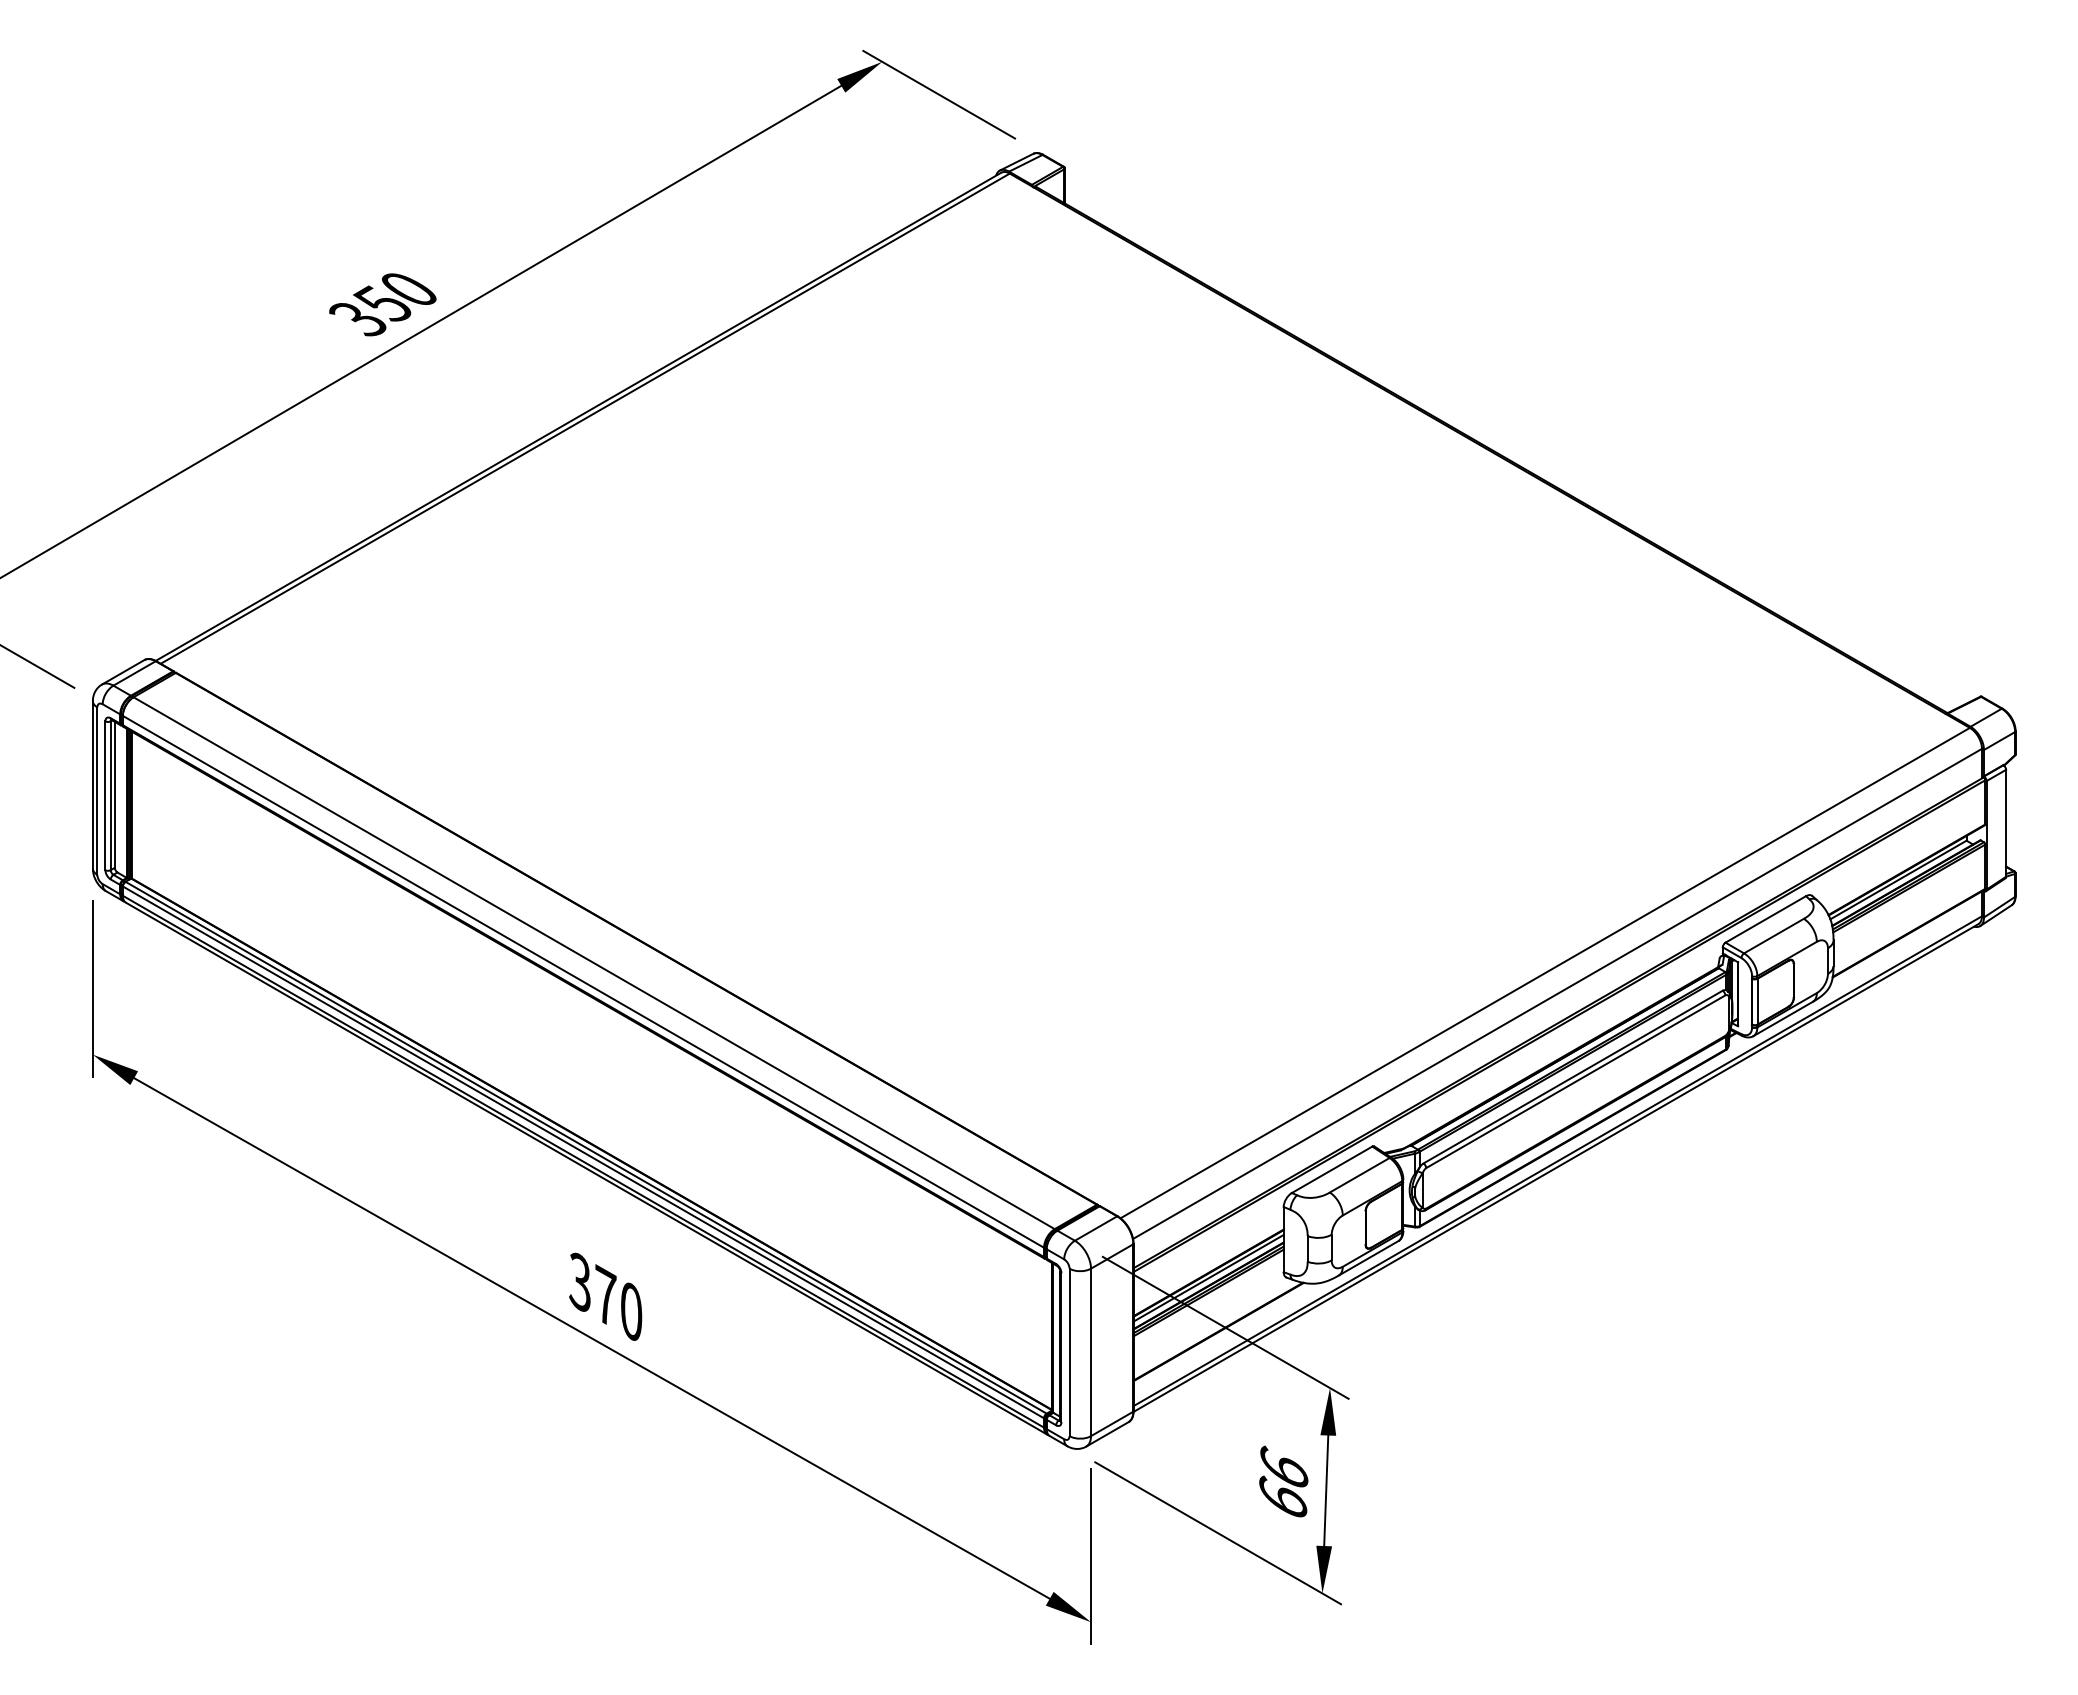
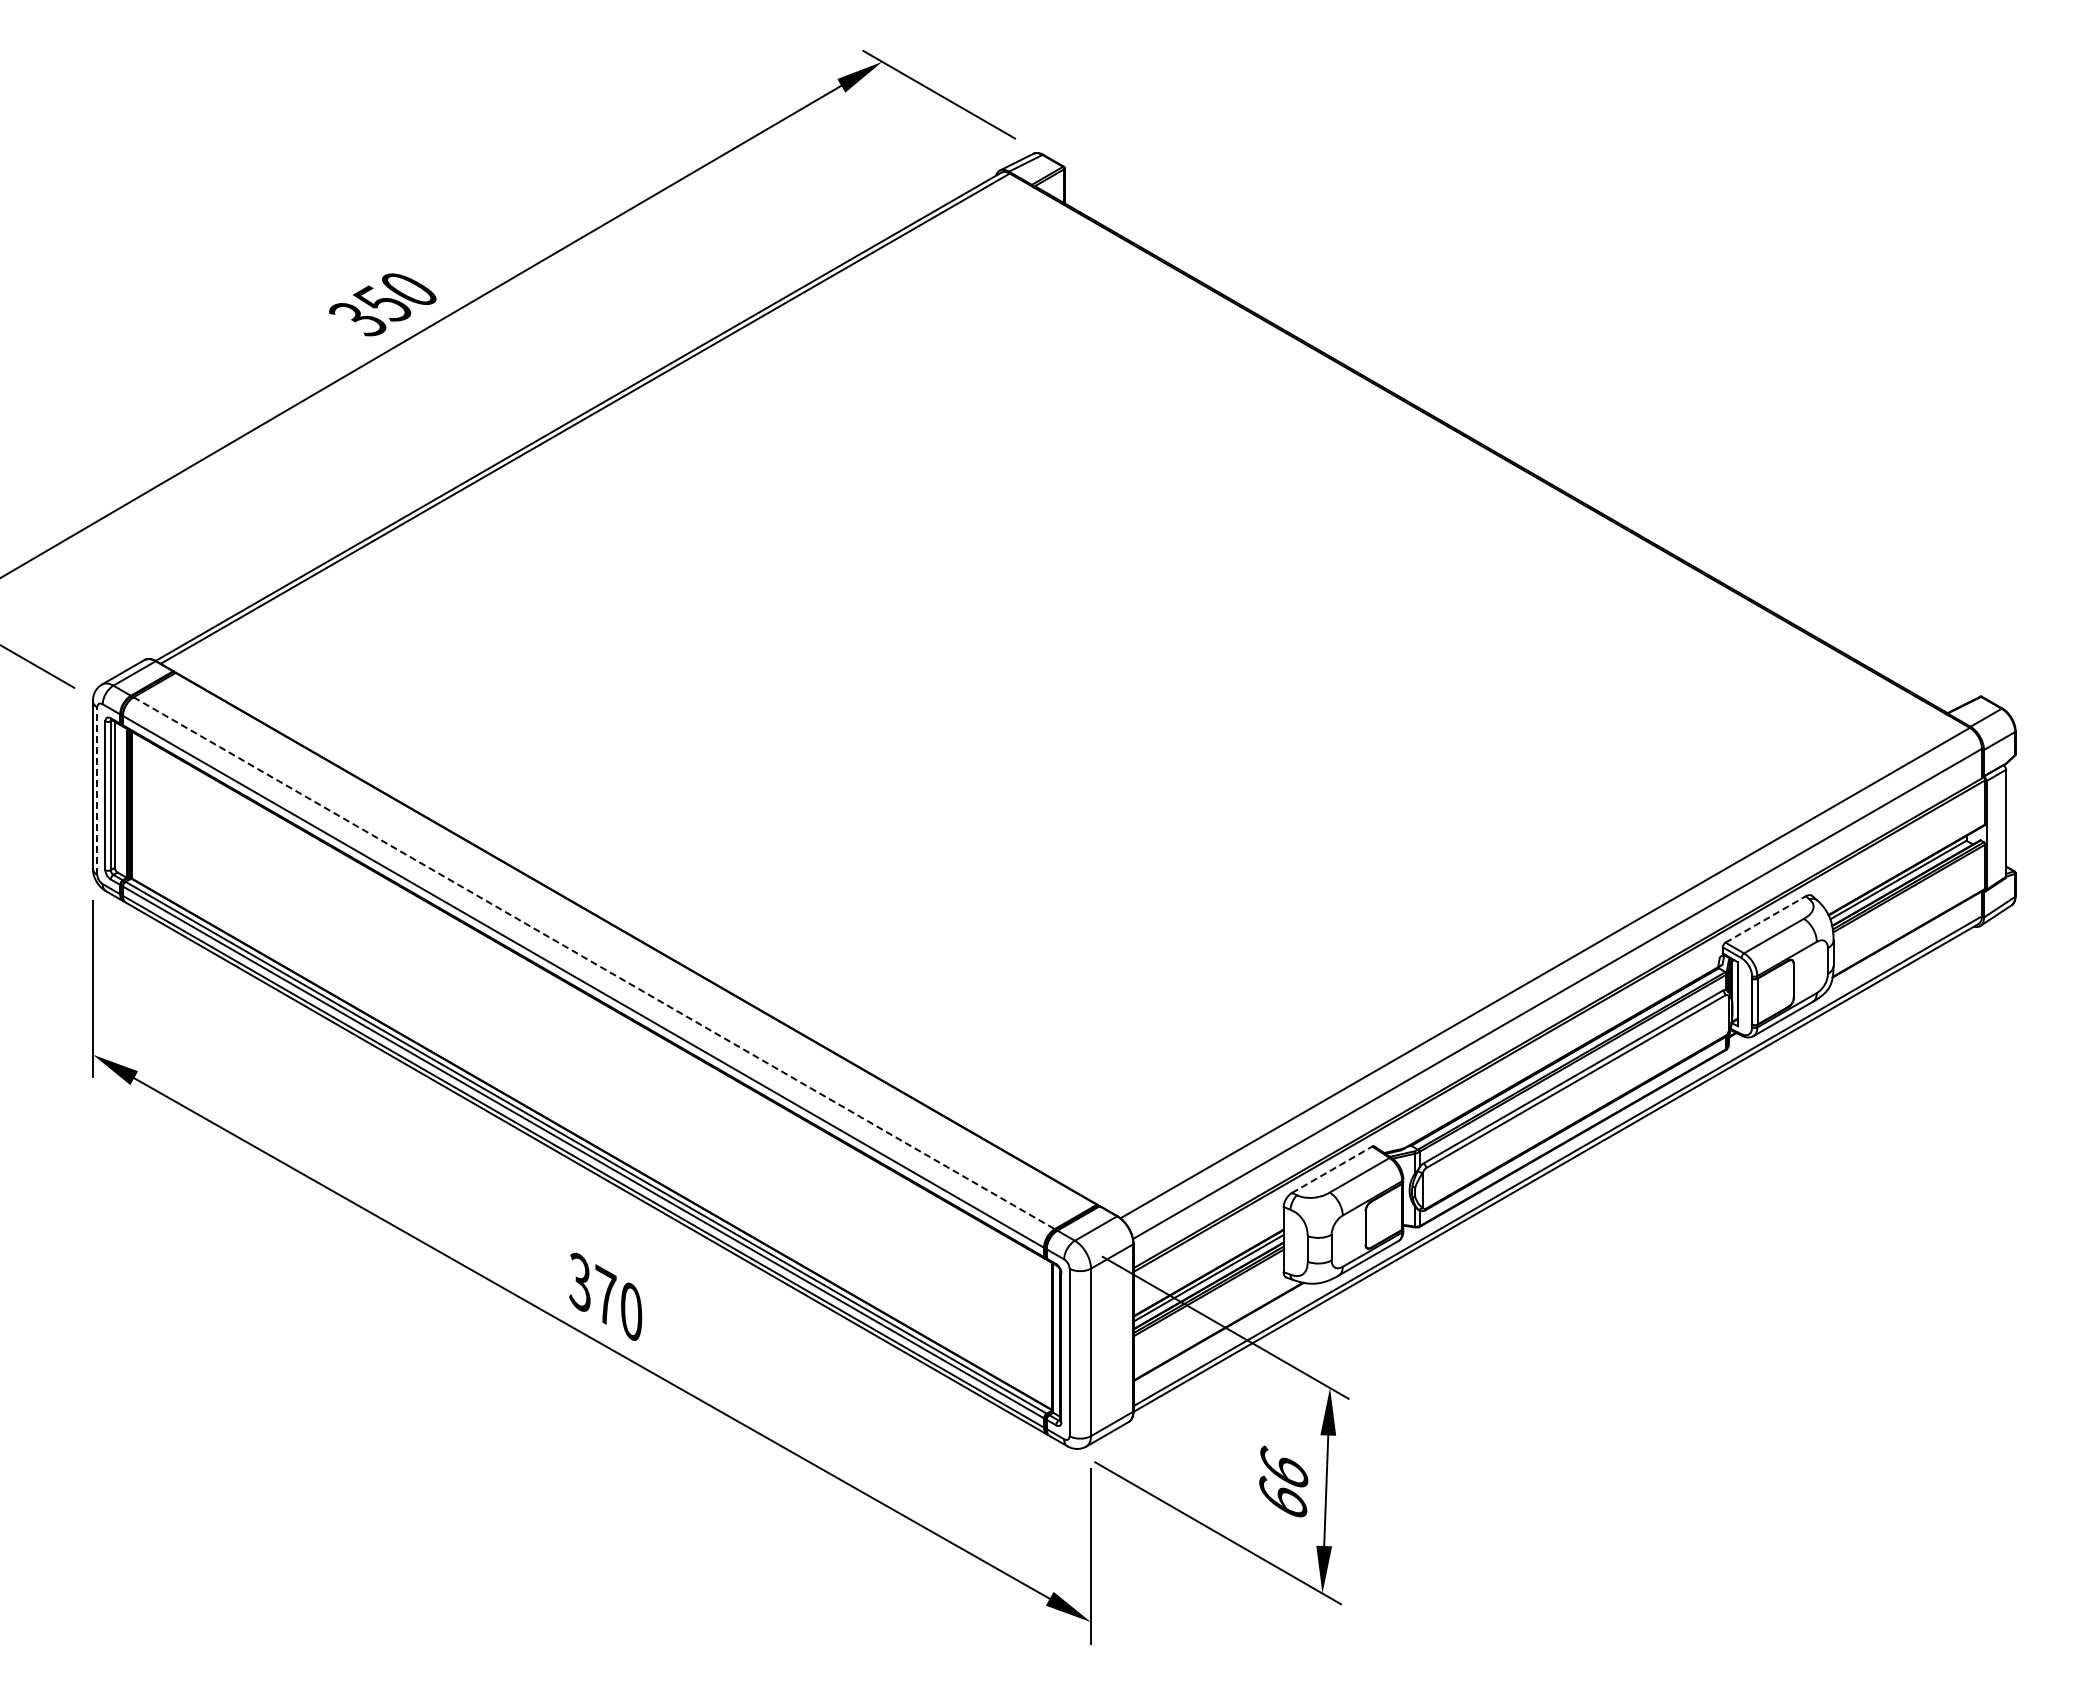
line at (97, 791): solid -> dashed
line at (1766, 919): solid -> dashed
line at (594, 963): solid -> dashed
line at (1332, 1169): solid -> dashed
